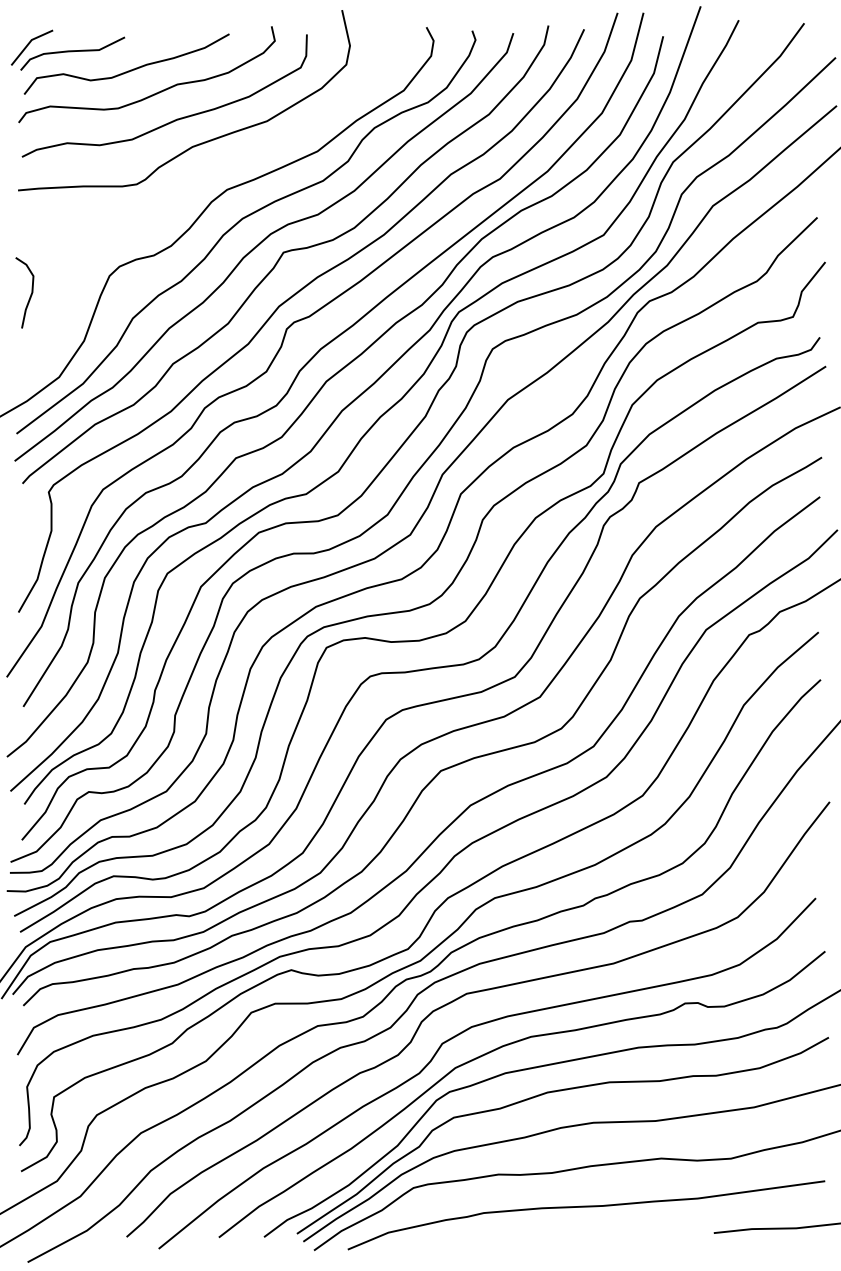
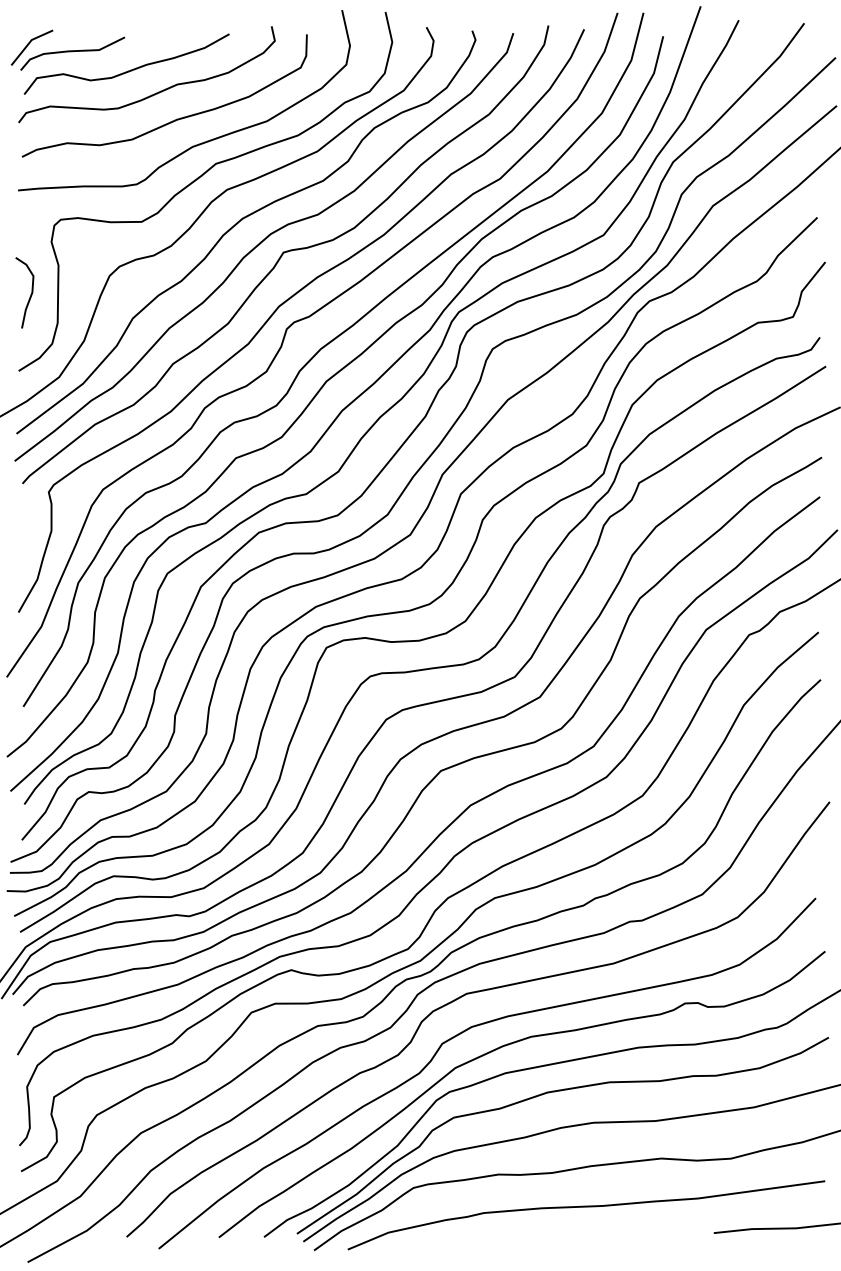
part at (198, 179): none -> present
